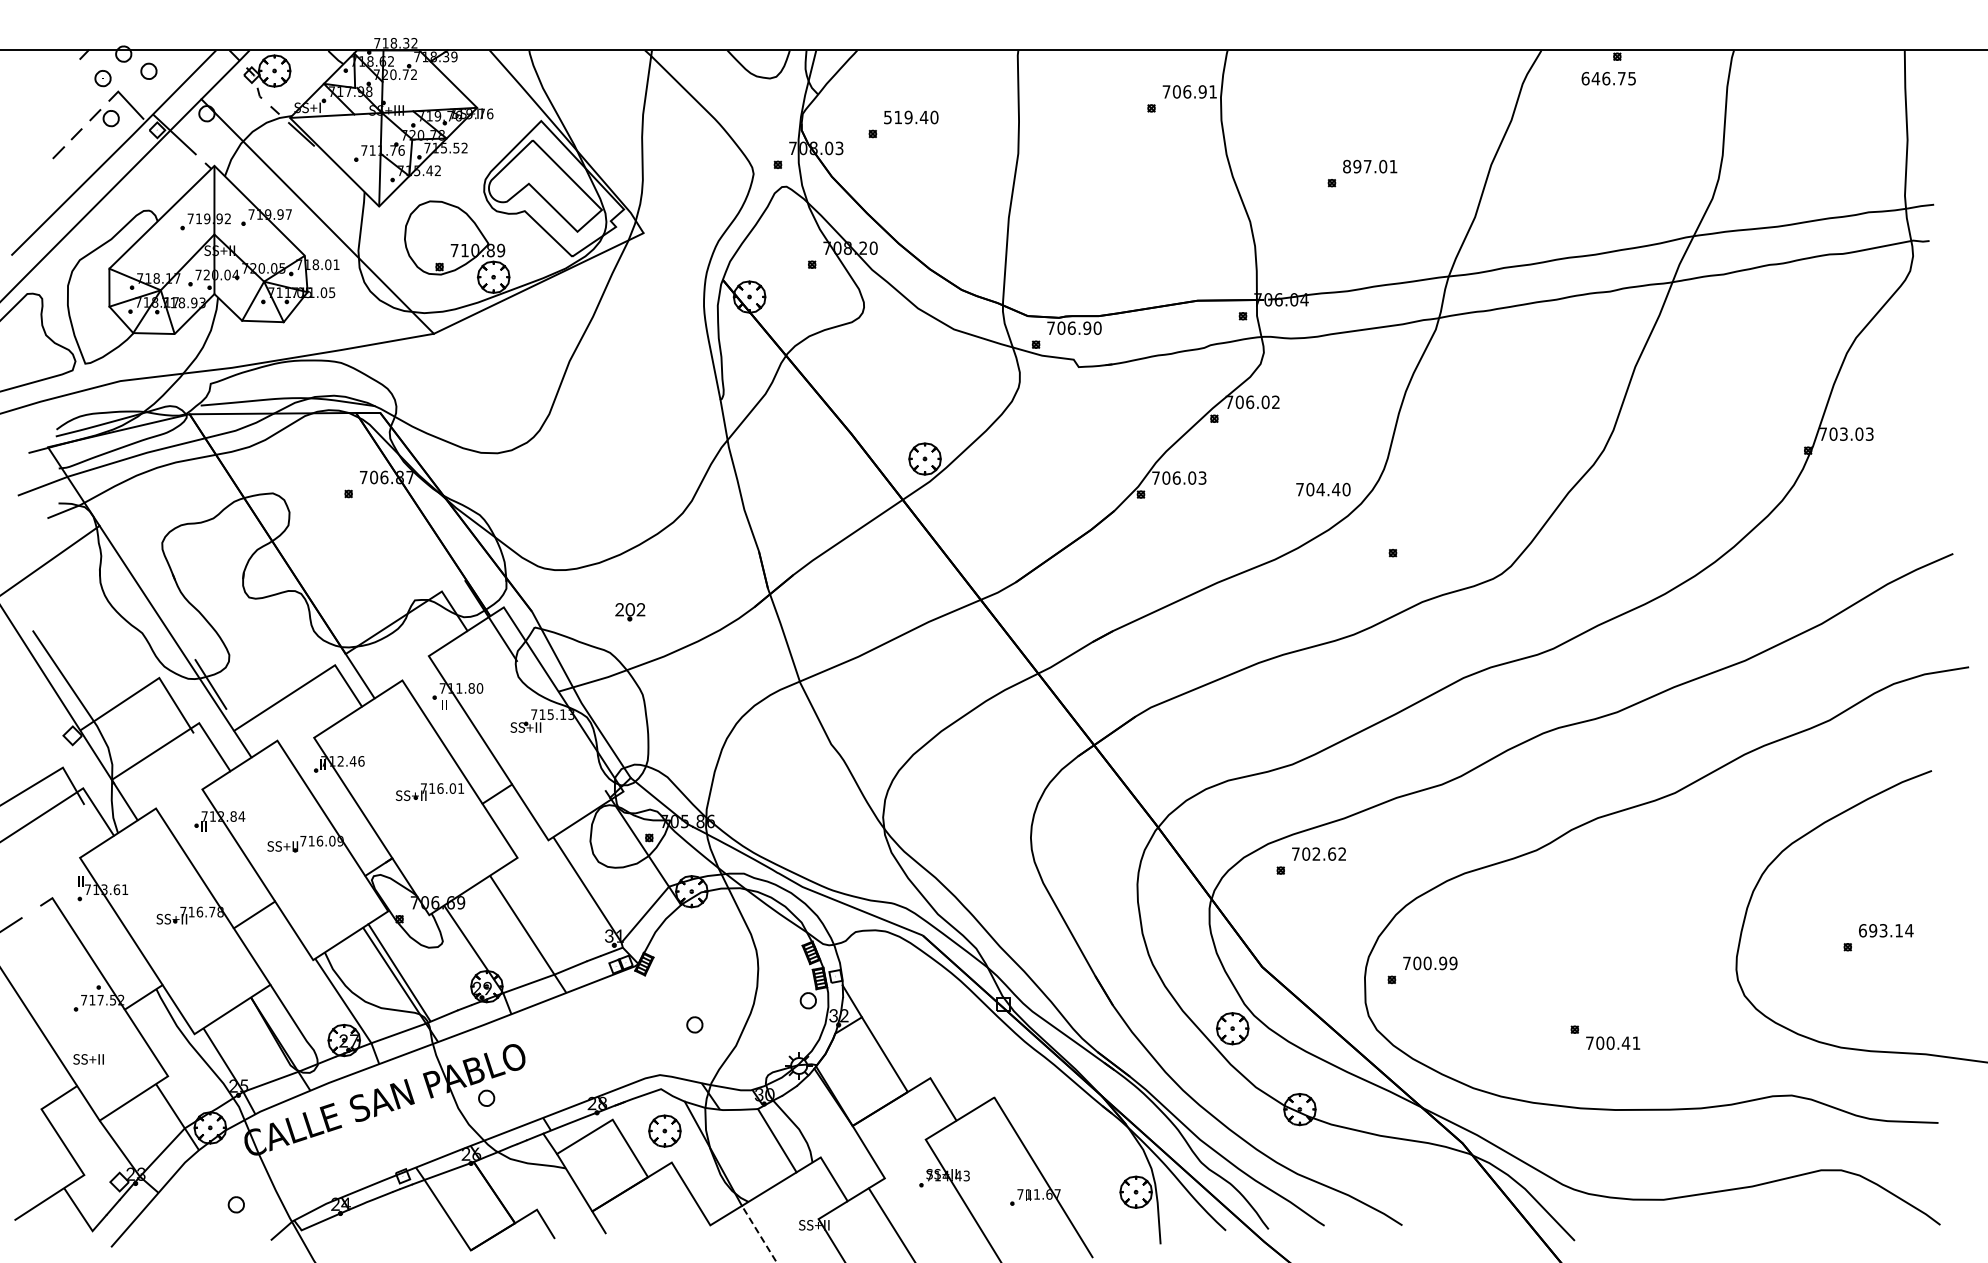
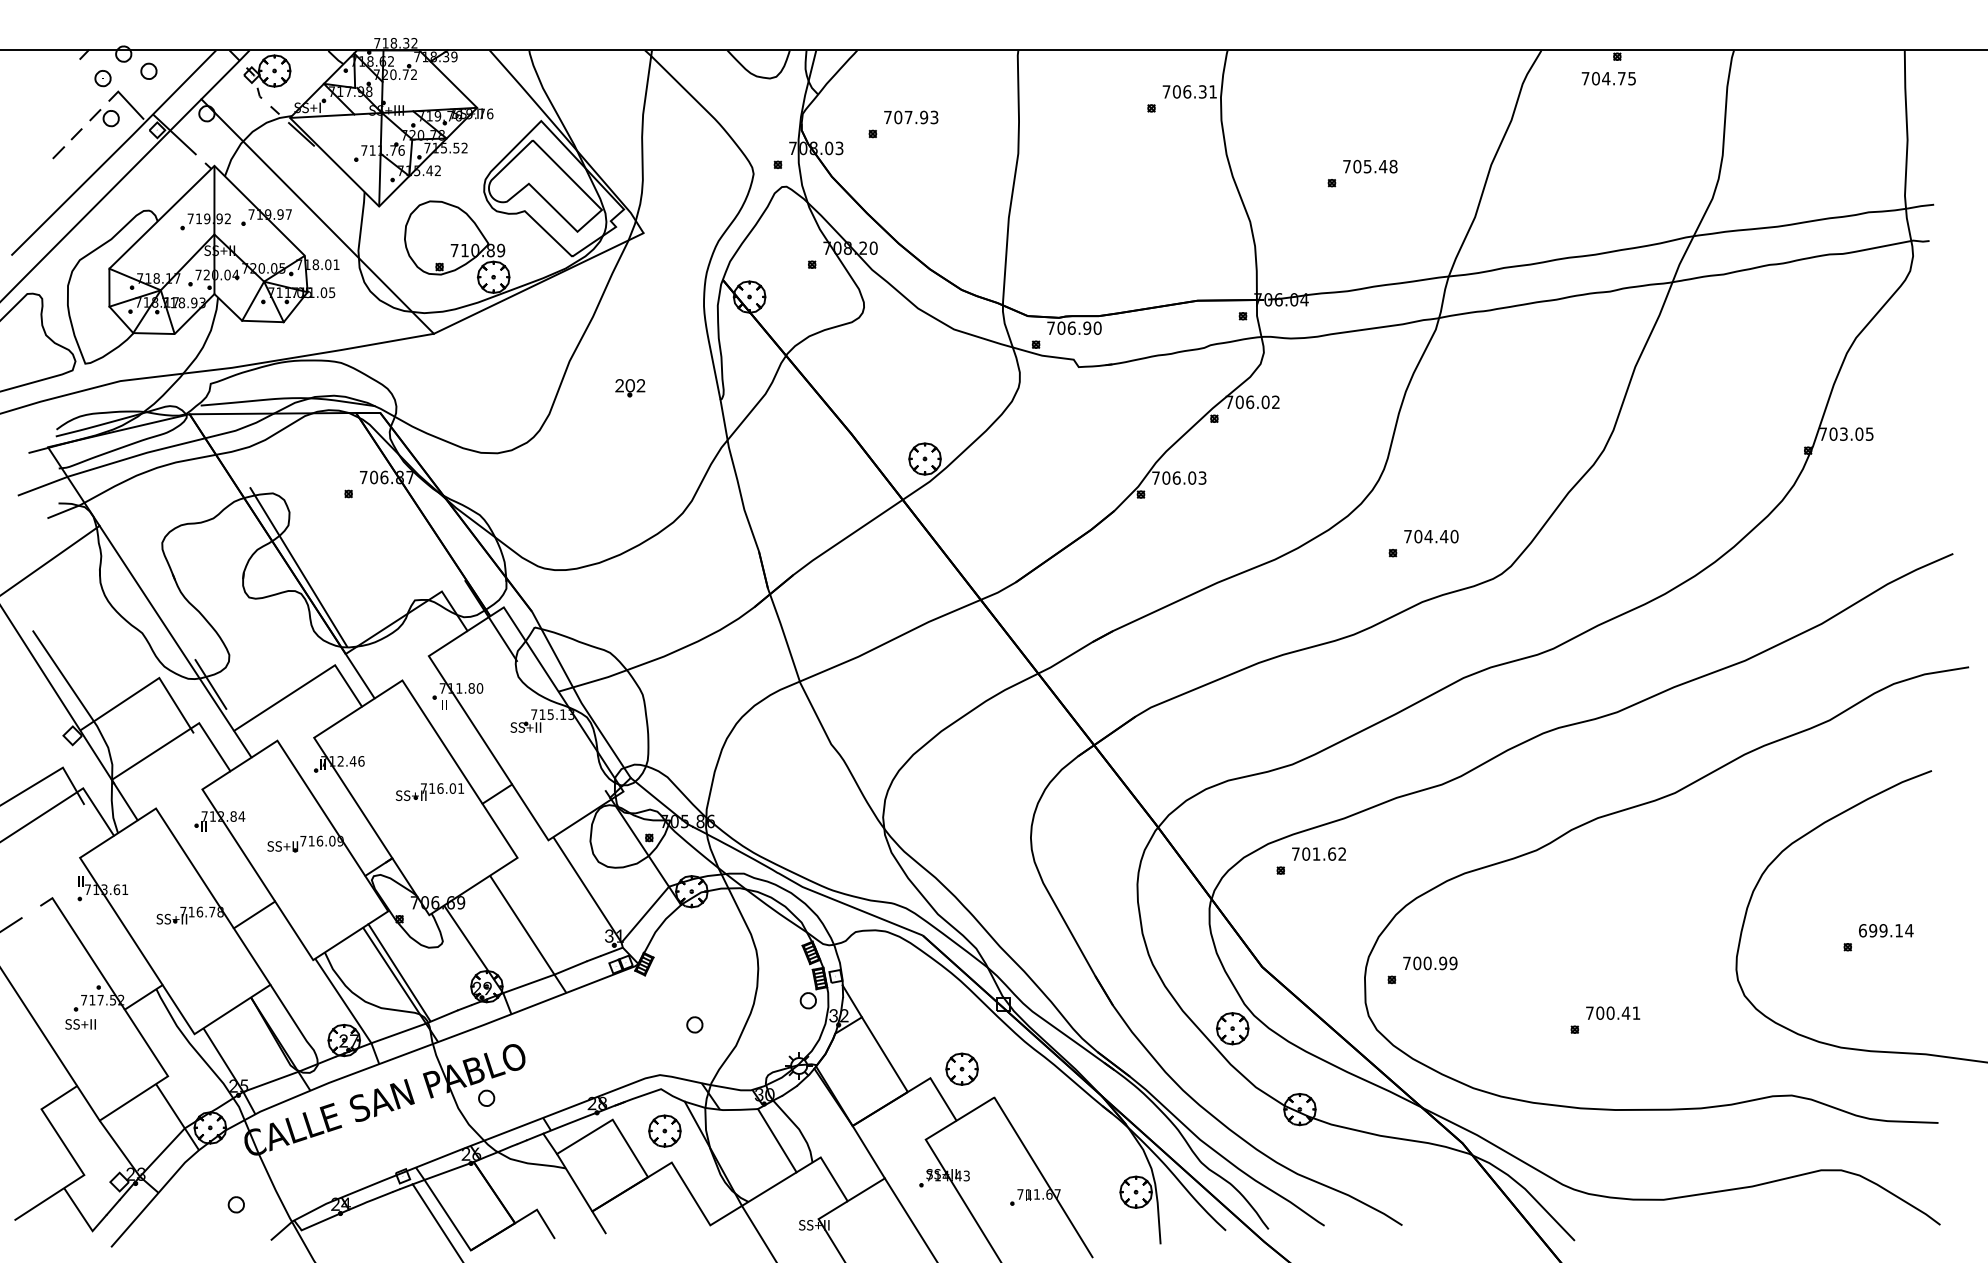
text at (1595, 78): 646.75 -> 704.75
text at (1202, 91): 706.91 -> 706.31
text at (911, 117): 519.40 -> 707.93
text at (1370, 166): 897.01 -> 705.48
text at (1869, 433): 703.03 -> 703.05
text at (1323, 489) position: (1323, 489) -> (1431, 536)
line at (298, 567): none -> present
part at (630, 612) position: (630, 612) -> (630, 388)
text at (1316, 853): 702.62 -> 701.62
text at (1883, 930): 693.14 -> 699.14
text at (1613, 1042) position: (1613, 1042) -> (1613, 1012)
text at (88, 1059) position: (88, 1059) -> (80, 1024)
part at (961, 1068): none -> present
line at (436, 1221): none -> present
line at (890, 1223) position: (890, 1223) -> (909, 1218)
line at (759, 1233): dashed -> solid
